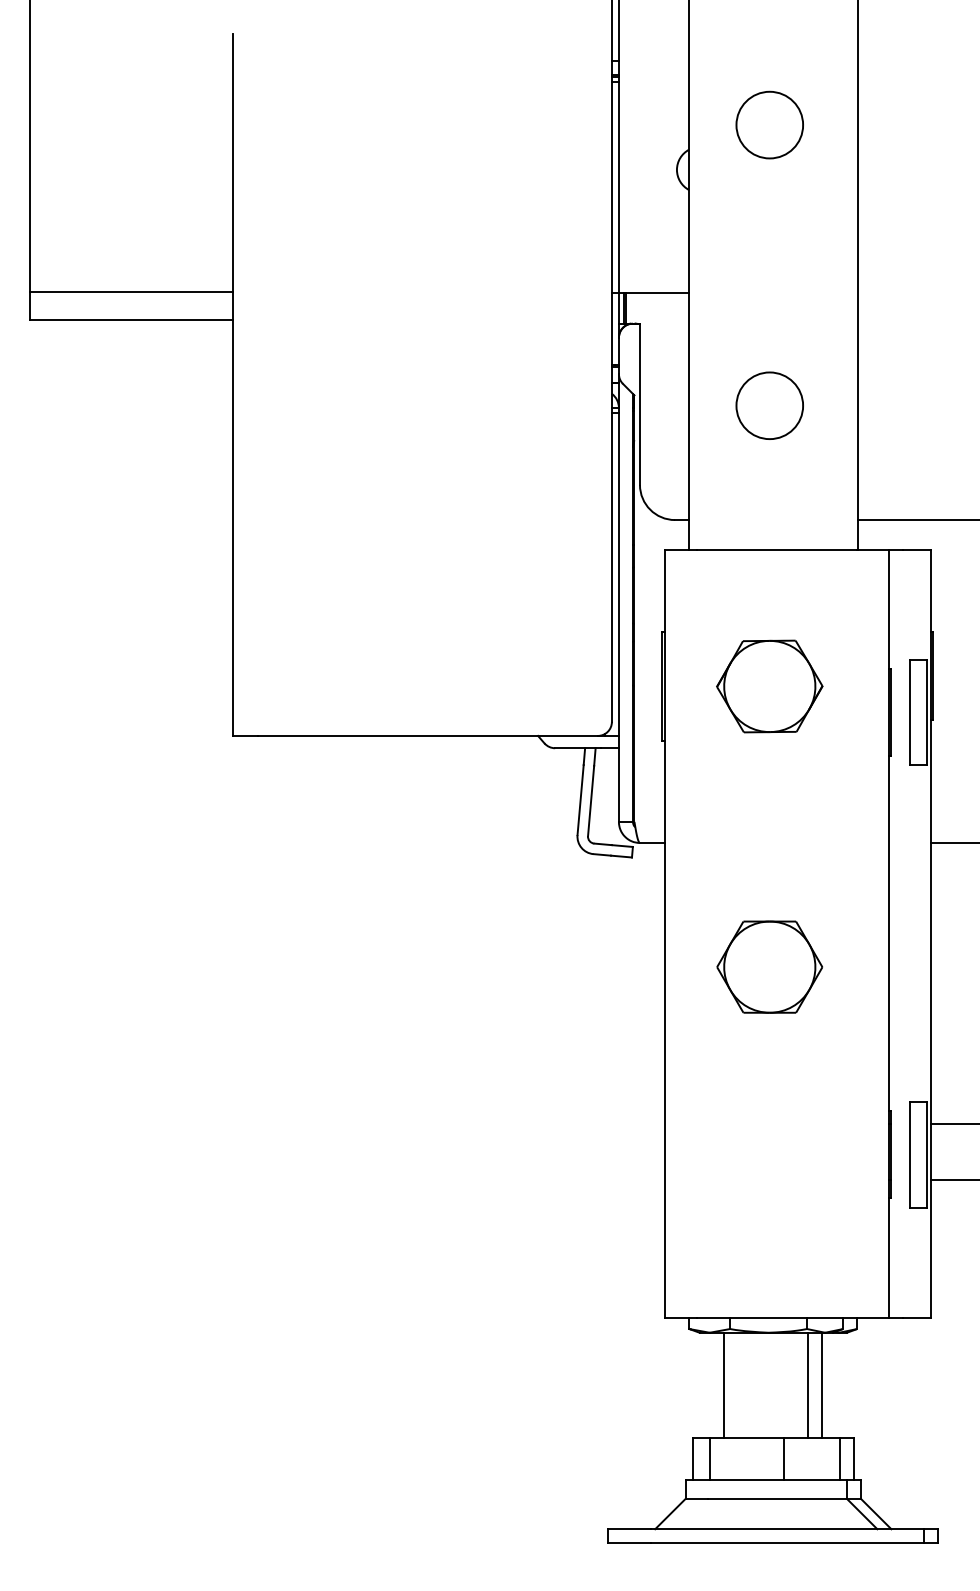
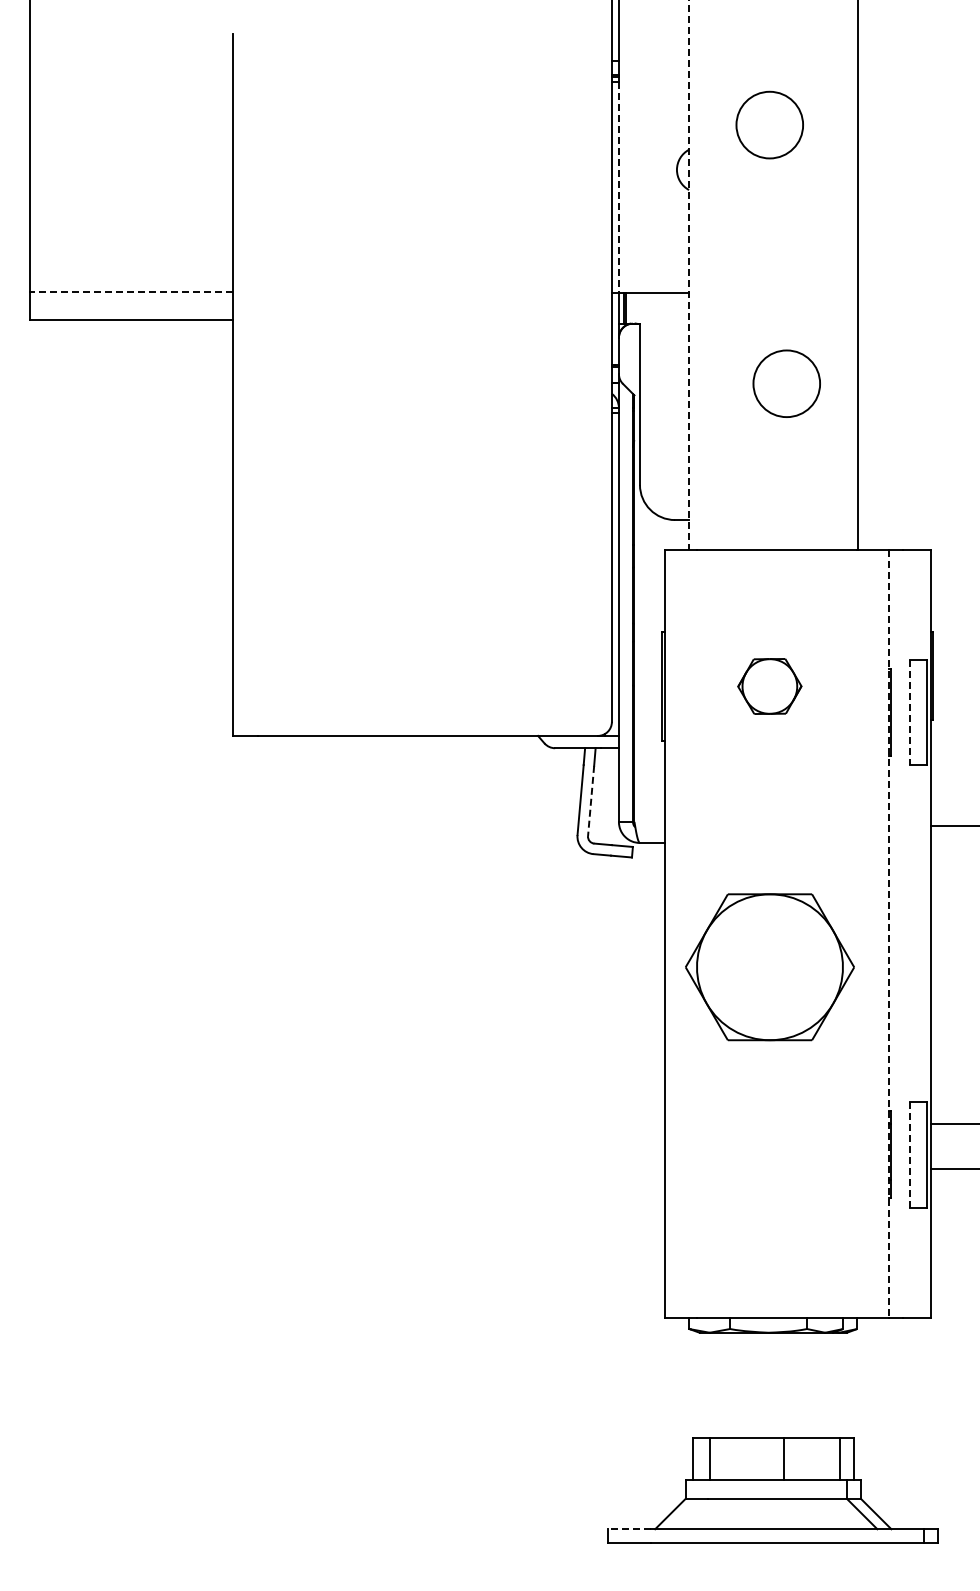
line at (618, 187): solid -> dashed
line at (689, 275): solid -> dashed
line at (131, 292): solid -> dashed
circle at (769, 405) position: (769, 405) -> (786, 383)
line at (916, 520): present -> none
part at (769, 686) size: 108x95 px -> 66x57 px
line at (910, 712): solid -> dashed
line at (591, 801): solid -> dashed
line at (953, 842) position: (953, 842) -> (953, 825)
line at (889, 934): solid -> dashed
part at (769, 966) size: 107x94 px -> 170x149 px
line at (910, 1154): solid -> dashed
line at (953, 1179) position: (953, 1179) -> (953, 1168)
line at (724, 1385): present -> none
line at (808, 1385): present -> none
line at (822, 1385): present -> none
line at (629, 1529): solid -> dashed
